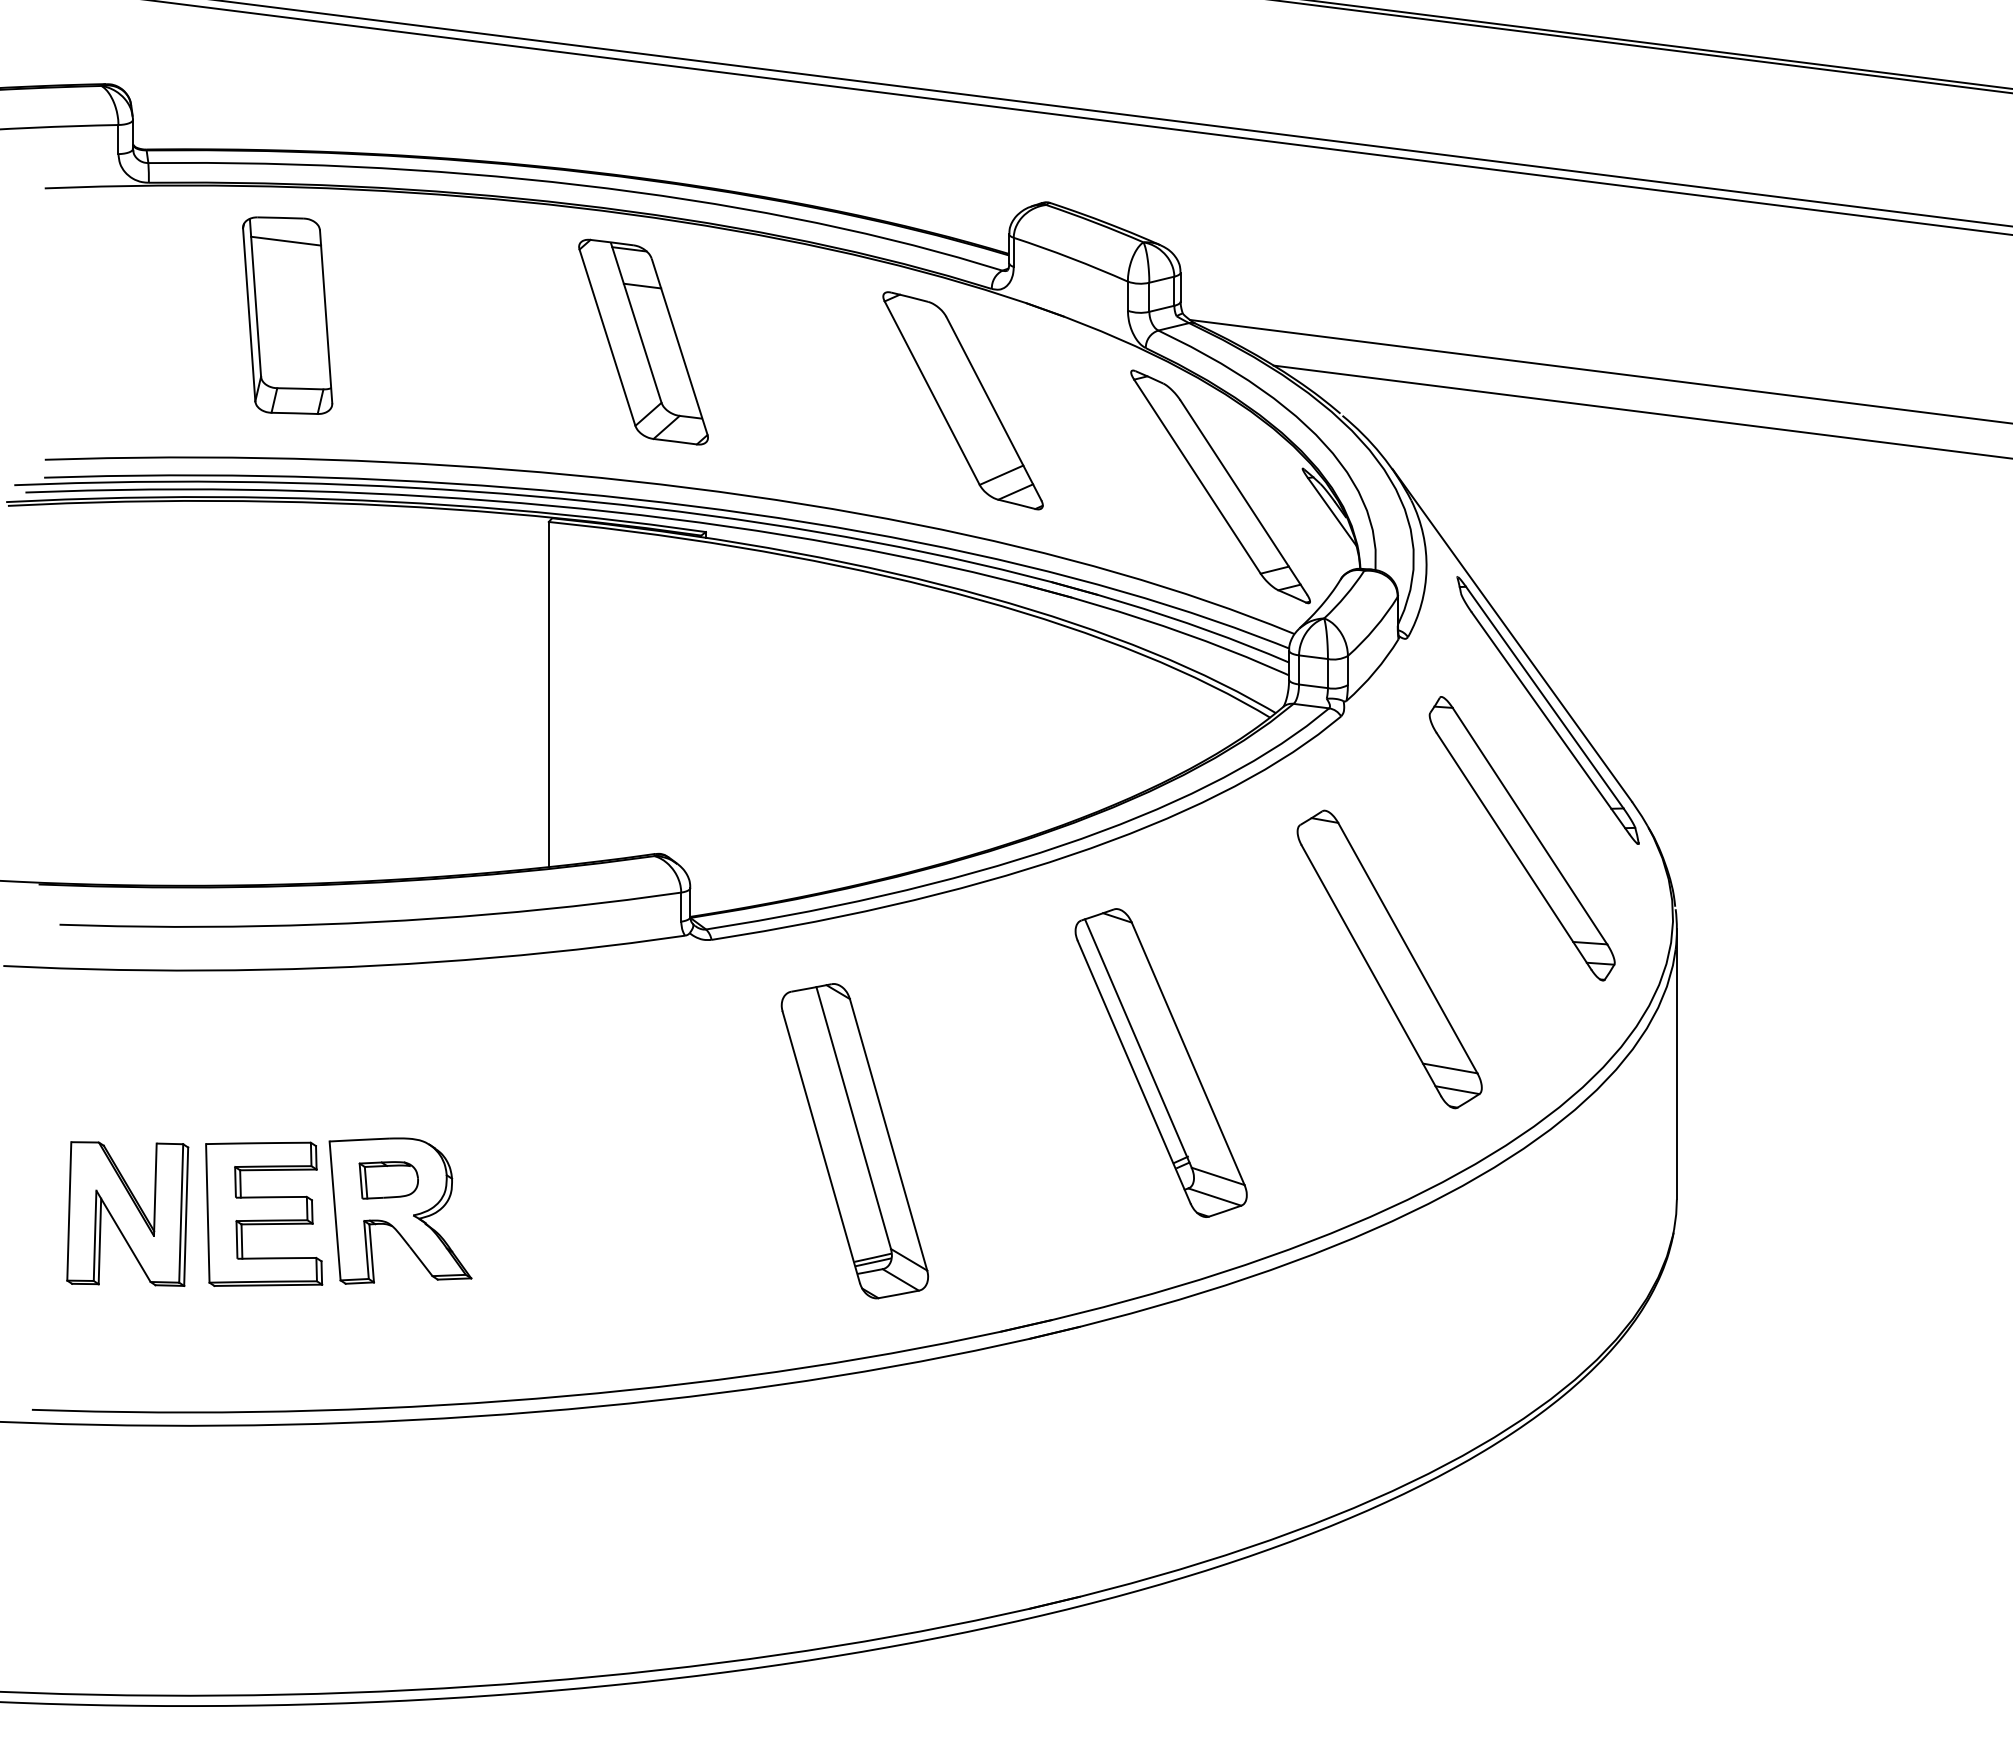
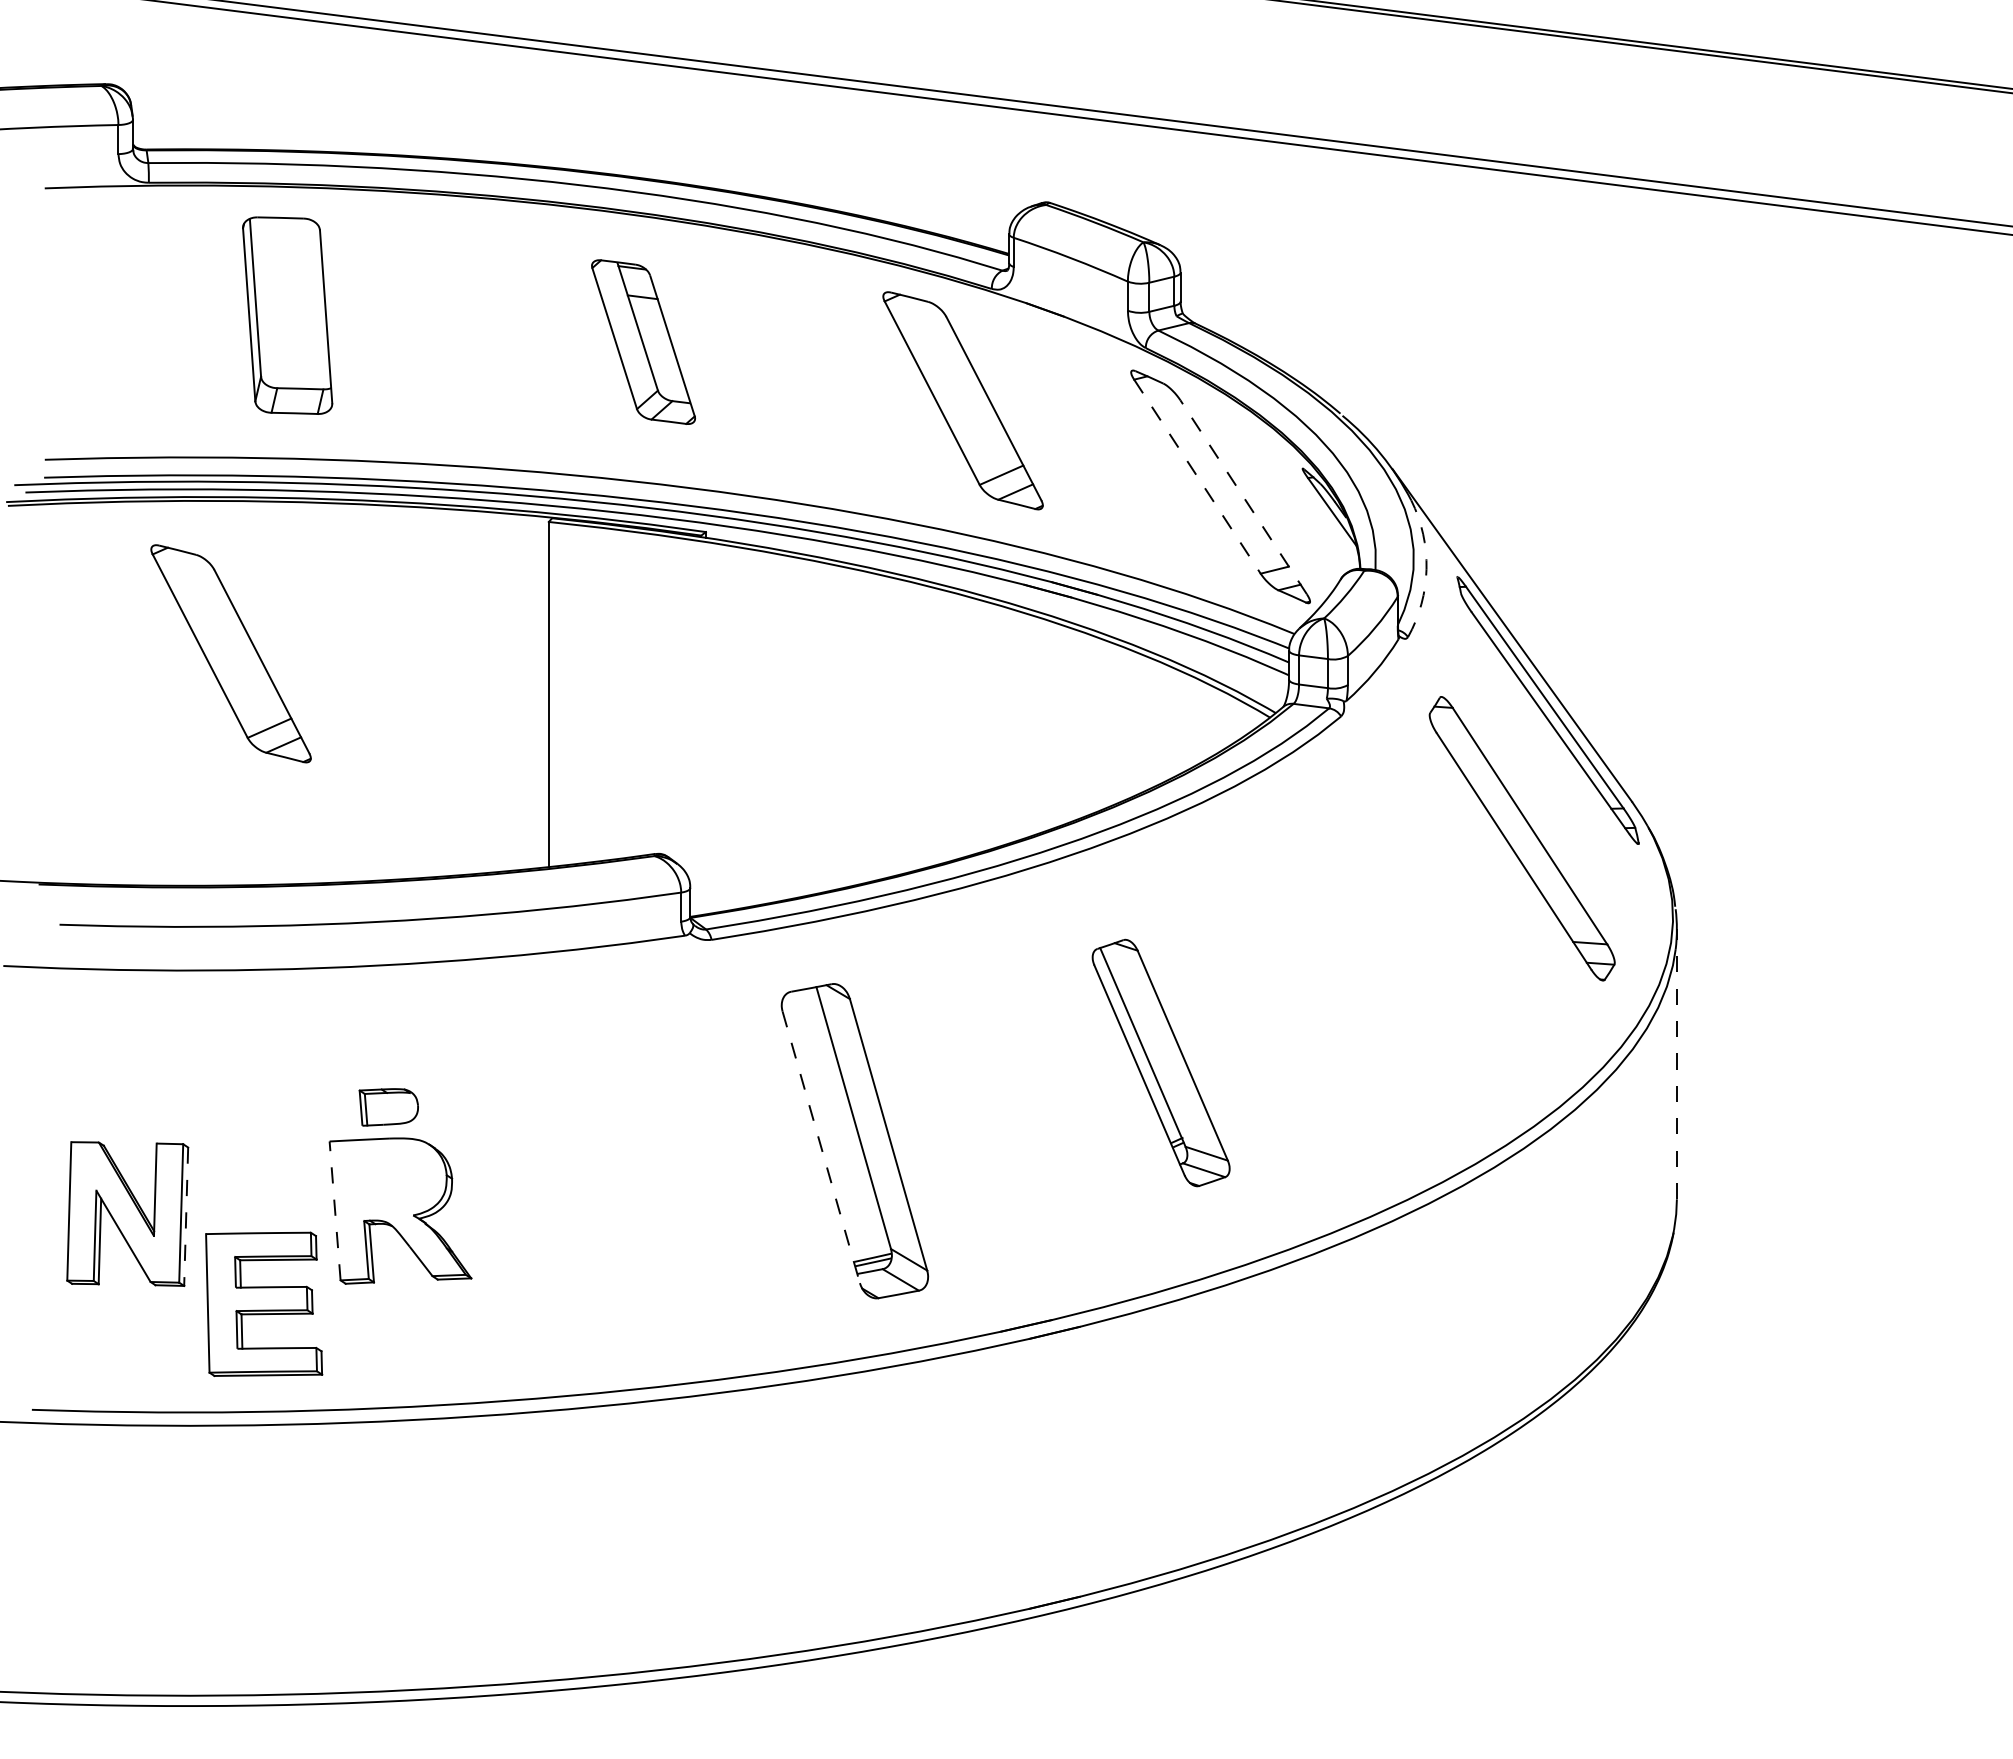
line at (286, 240): present -> none
part at (643, 341) size: 131x208 px -> 105x166 px
line at (1599, 371): present -> none
line at (1641, 411): present -> none
line at (1197, 476): solid -> dashed
line at (1243, 497): solid -> dashed
arc at (1426, 569): solid -> dashed
part at (230, 653): none -> present
part at (1389, 959): present -> none
part at (1160, 1062) size: 174x310 px -> 140x250 px
line at (1676, 1064): solid -> dashed
line at (821, 1147): solid -> dashed
part at (388, 1180) position: (388, 1180) -> (388, 1107)
line at (335, 1210): solid -> dashed
part at (264, 1213) position: (264, 1213) -> (264, 1303)
line at (186, 1217): solid -> dashed
